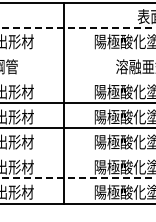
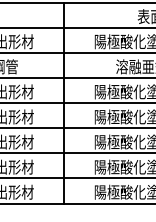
line at (78, 27): dashed -> solid
line at (77, 52): none -> present
line at (77, 78): none -> present
line at (77, 153): none -> present
line at (78, 178): dashed -> solid
